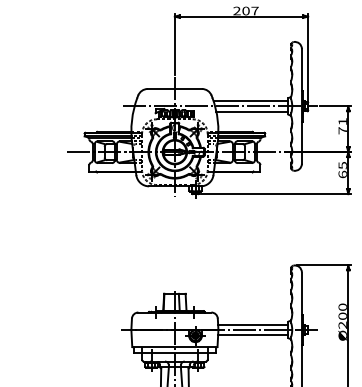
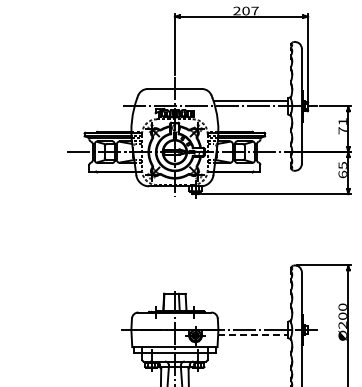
line at (251, 111): present -> none
line at (252, 324): present -> none
line at (252, 335): solid -> dashed
